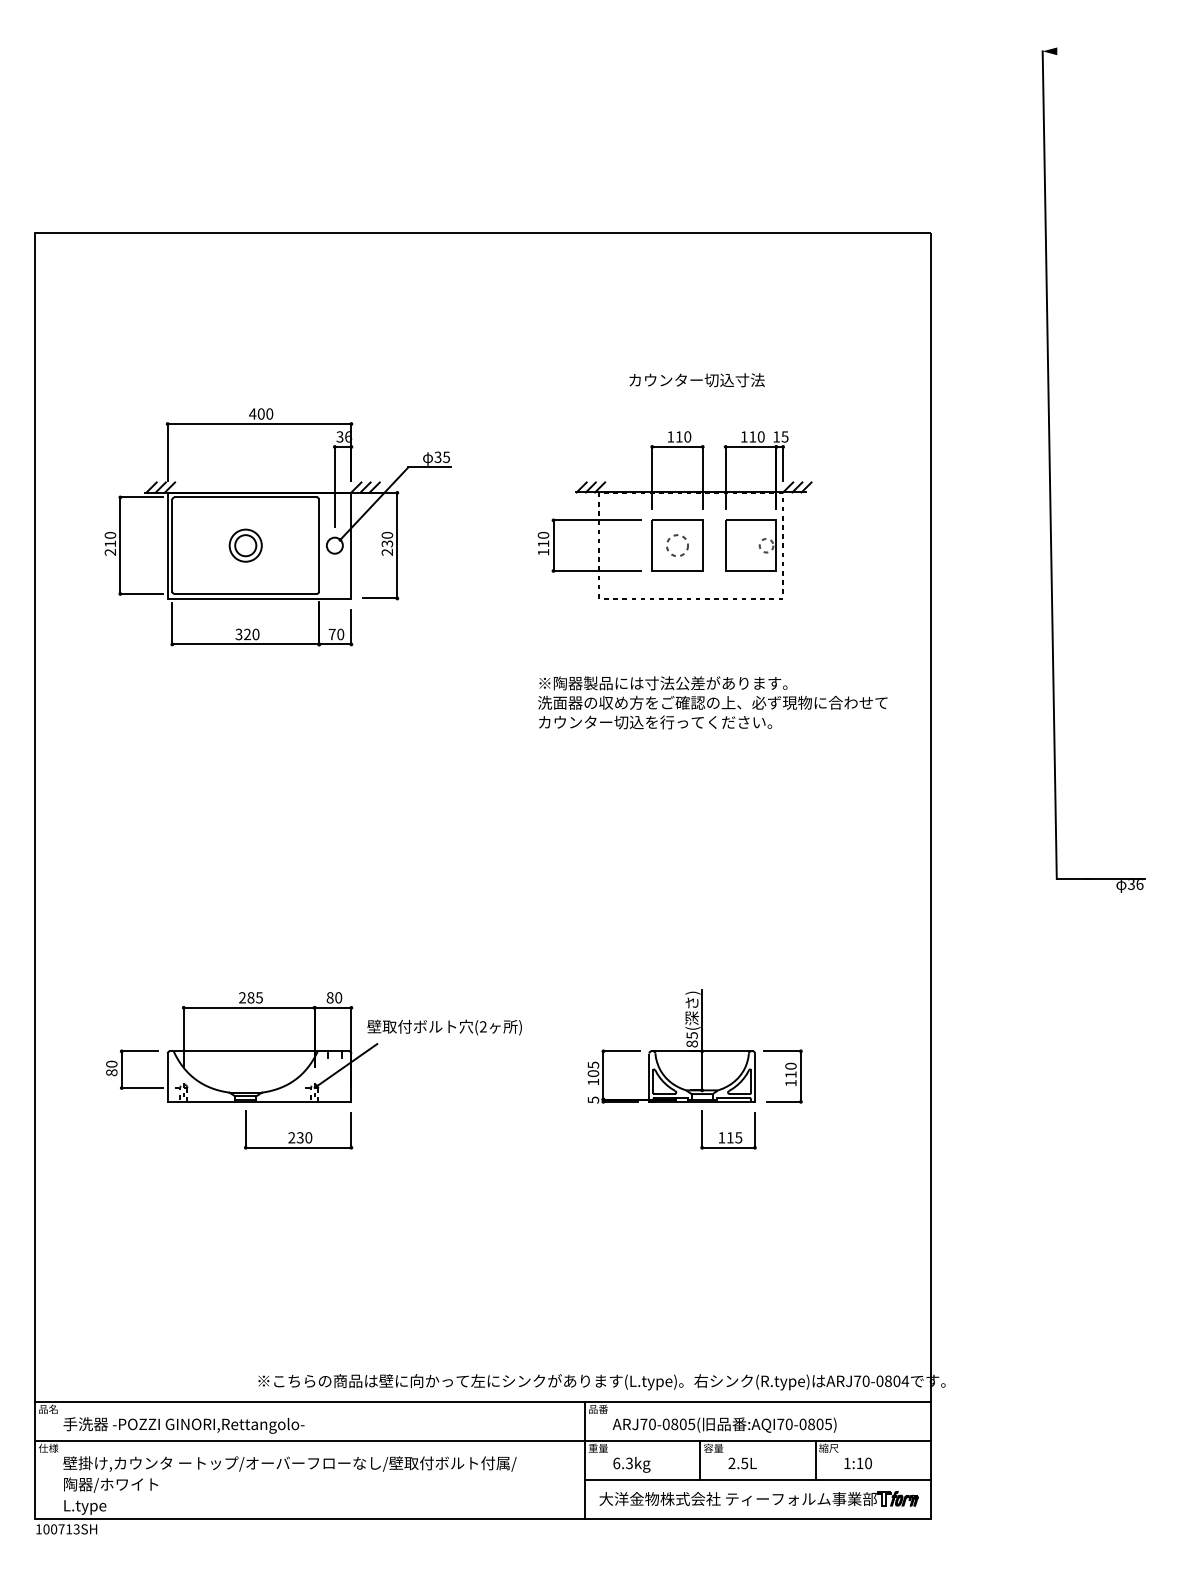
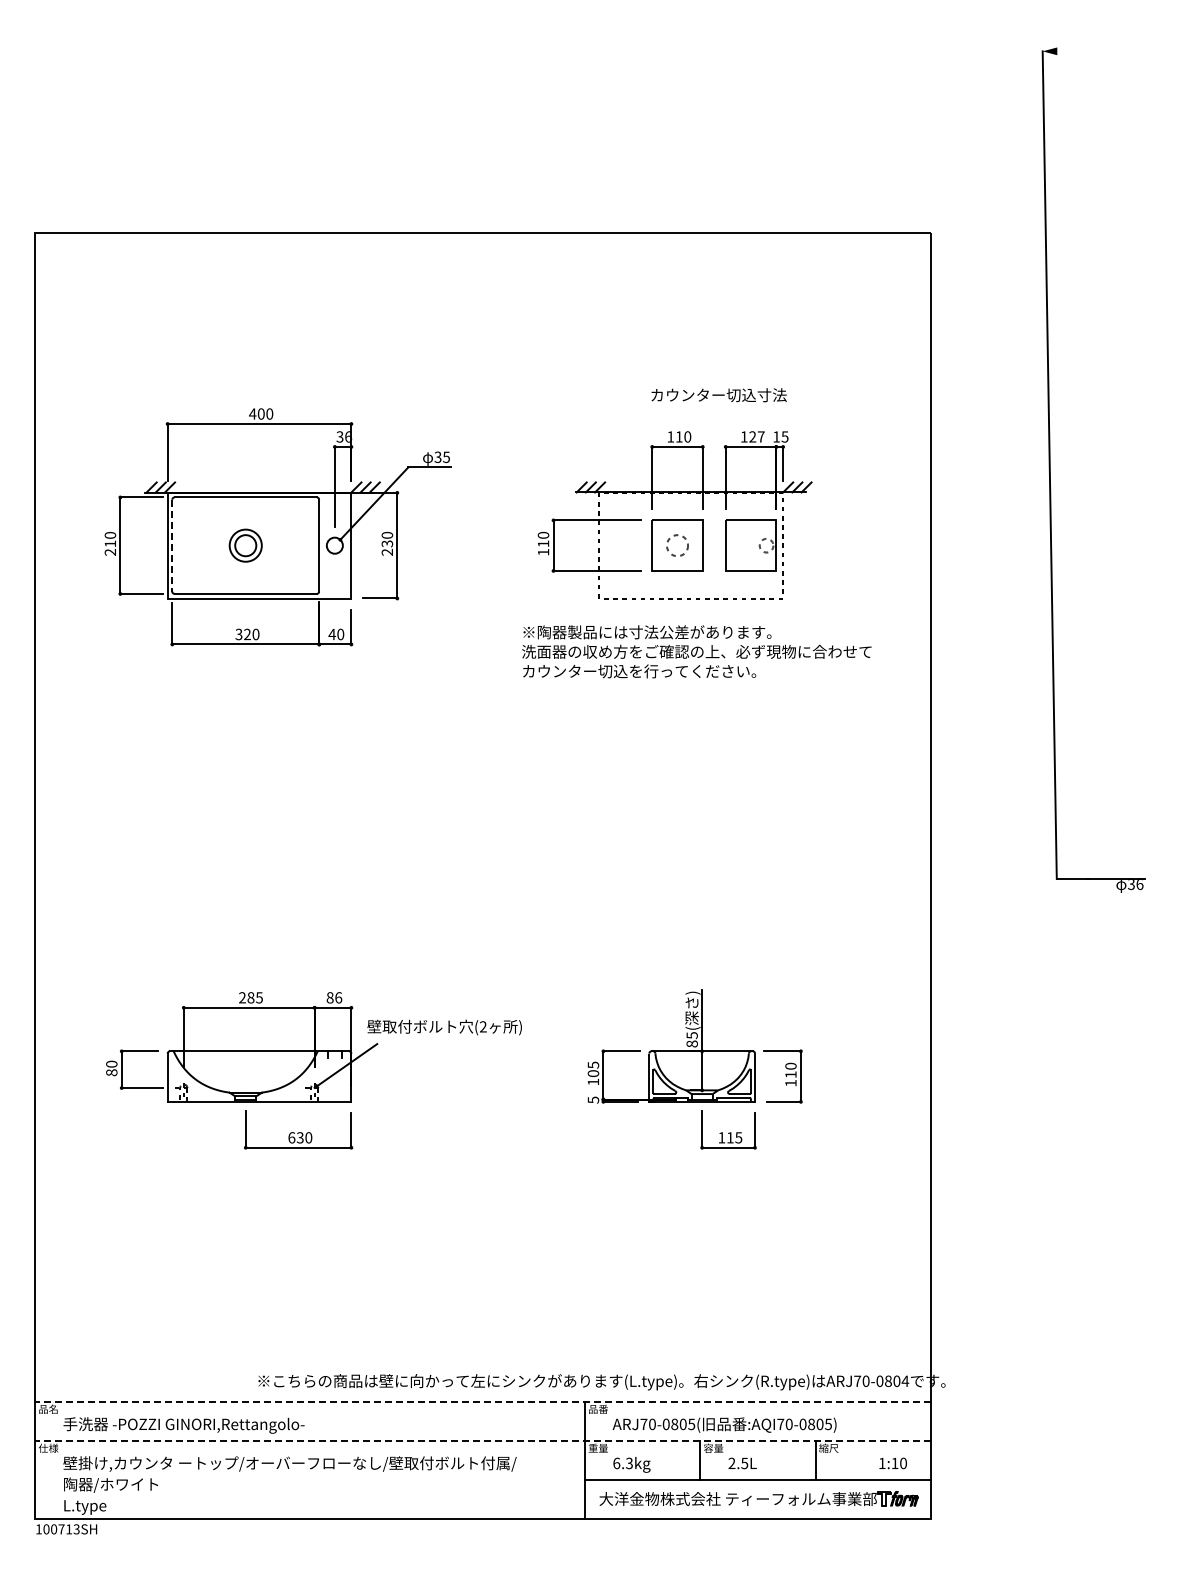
text at (696, 380) position: (696, 380) -> (718, 395)
text at (756, 436): 110 -> 127
line at (172, 545): solid -> dashed
text at (331, 634): 70 -> 40
text at (712, 702) position: (712, 702) -> (696, 651)
text at (338, 997): 80 -> 86
text at (291, 1137): 230 -> 630
line at (483, 1401): solid -> dashed
line at (483, 1440): solid -> dashed
text at (857, 1463) position: (857, 1463) -> (892, 1463)
